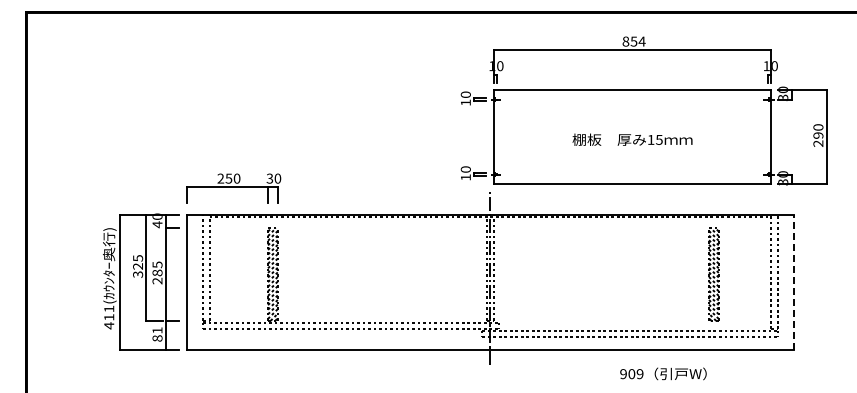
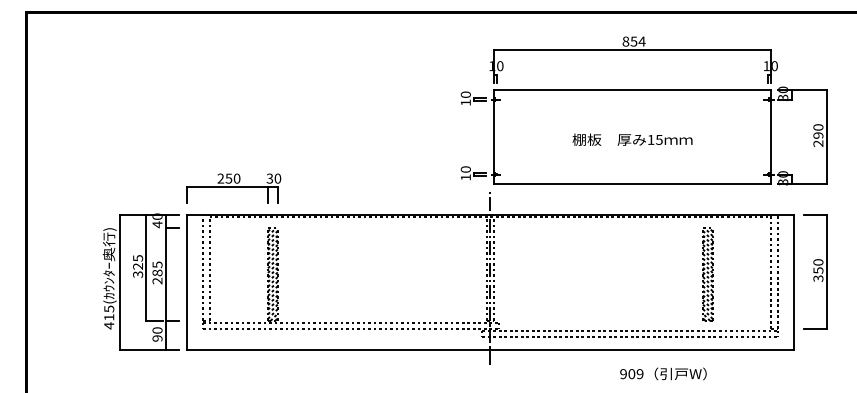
part at (815, 271): none -> present
part at (713, 274) position: (713, 274) -> (707, 274)
line at (794, 282): dashed -> solid
text at (109, 308): 411( -> 415(
text at (157, 334): 81 -> 90
